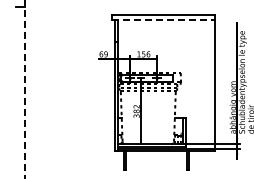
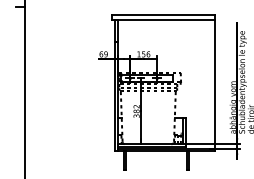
line at (163, 19): dashed -> solid
line at (24, 89): dashed -> solid
